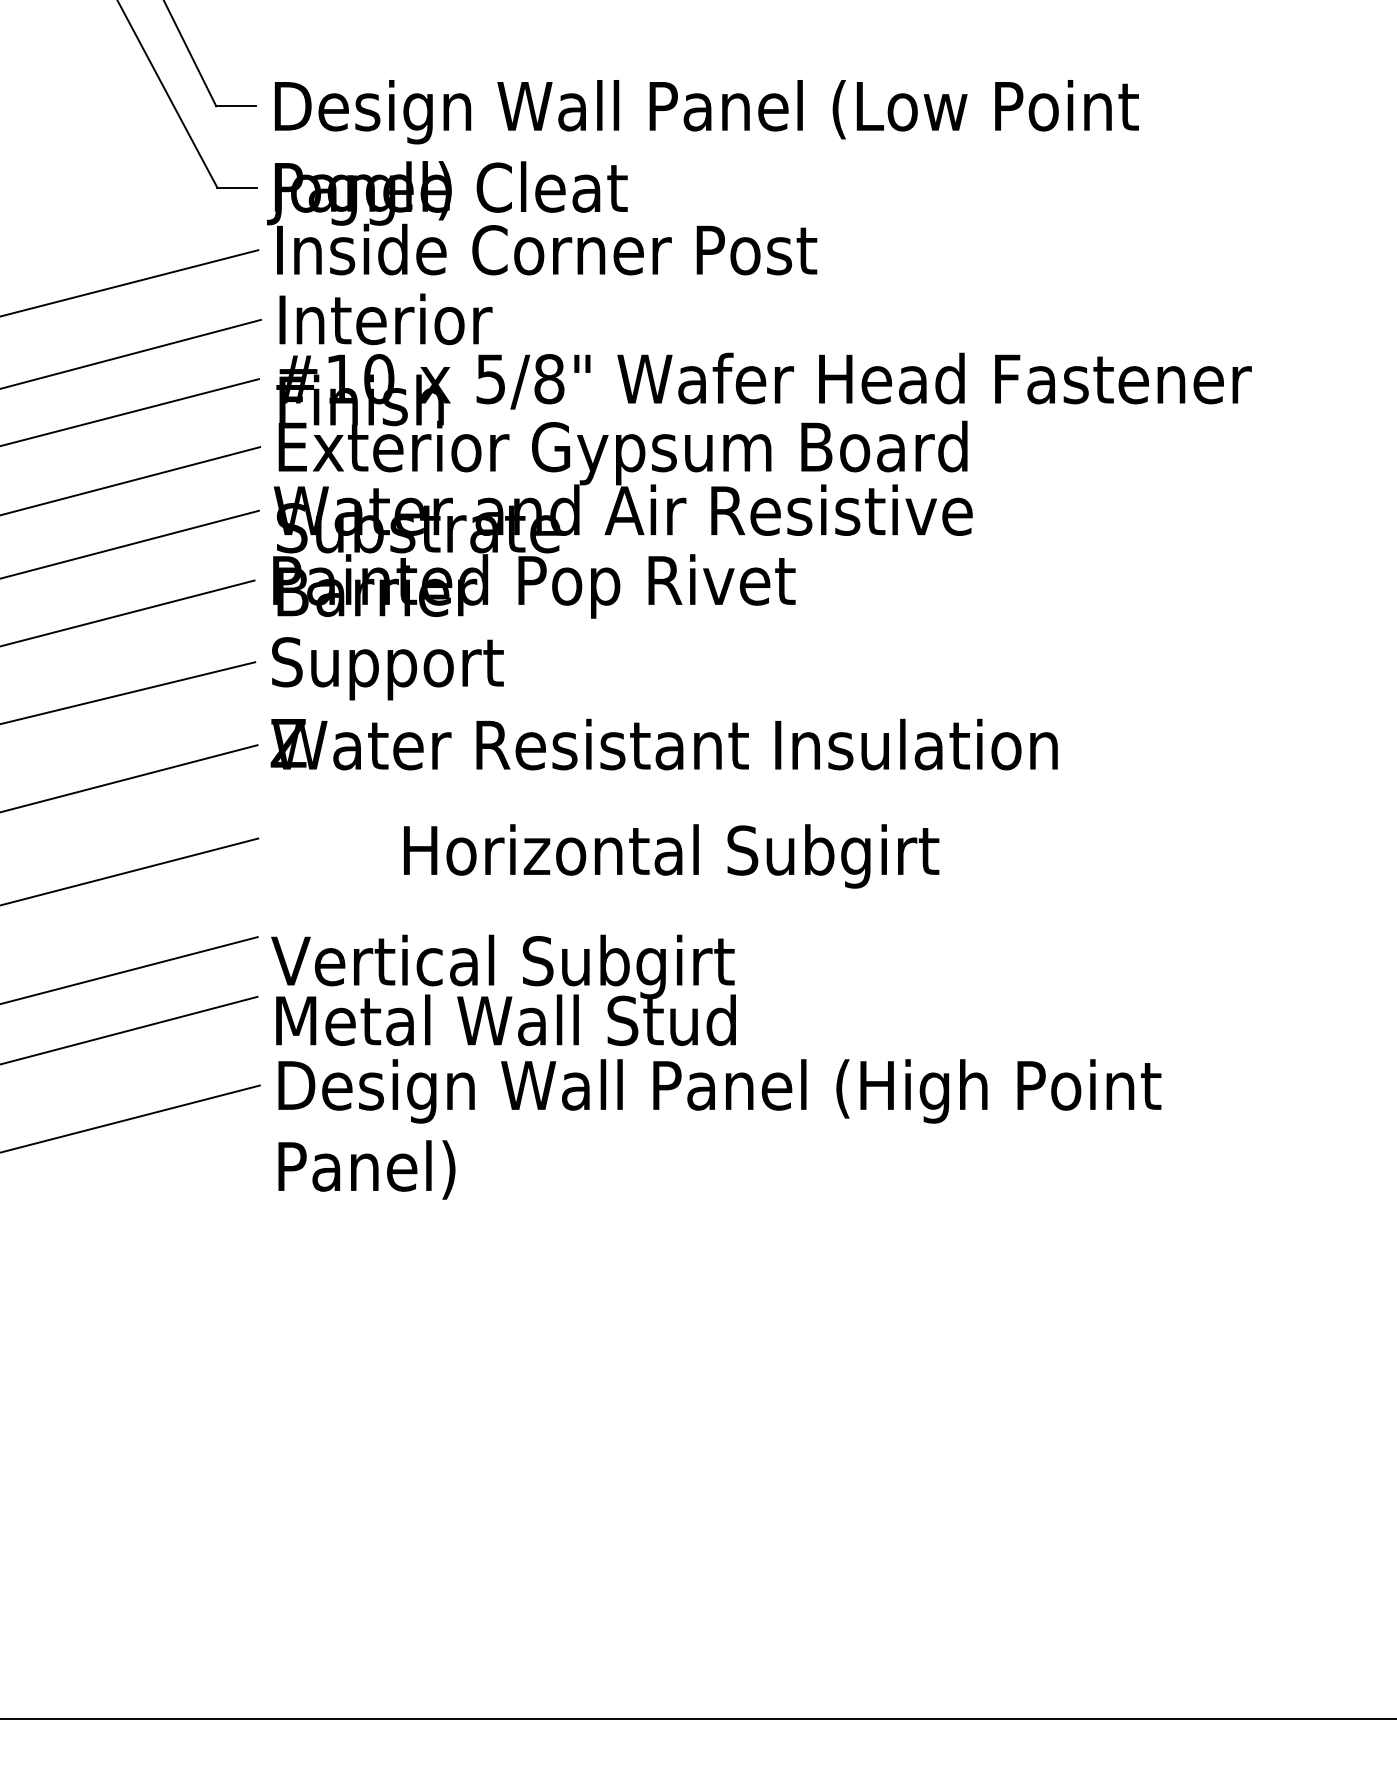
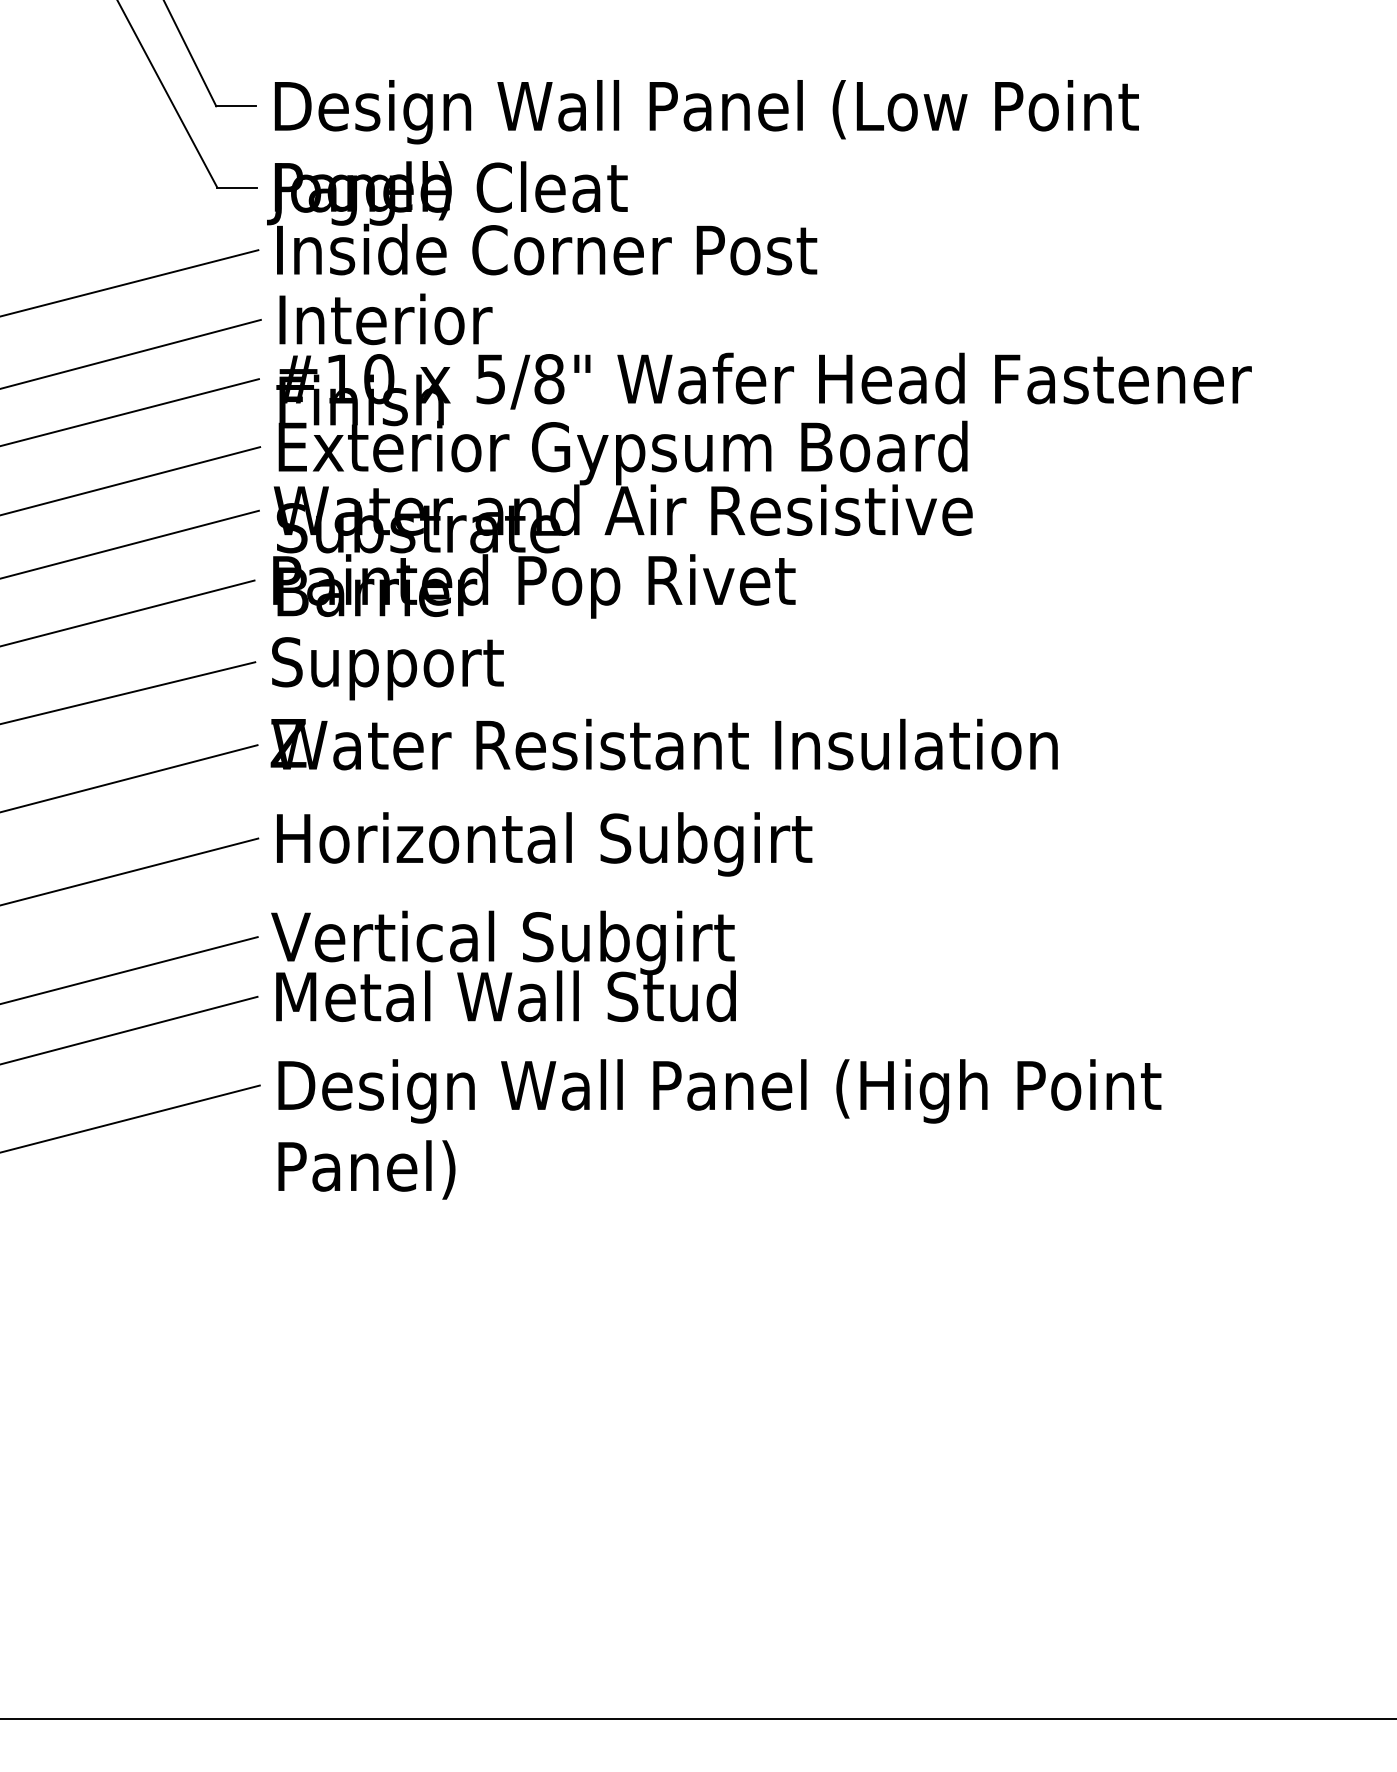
text at (671, 856) position: (671, 856) -> (544, 844)
text at (503, 989) position: (503, 989) -> (503, 965)
